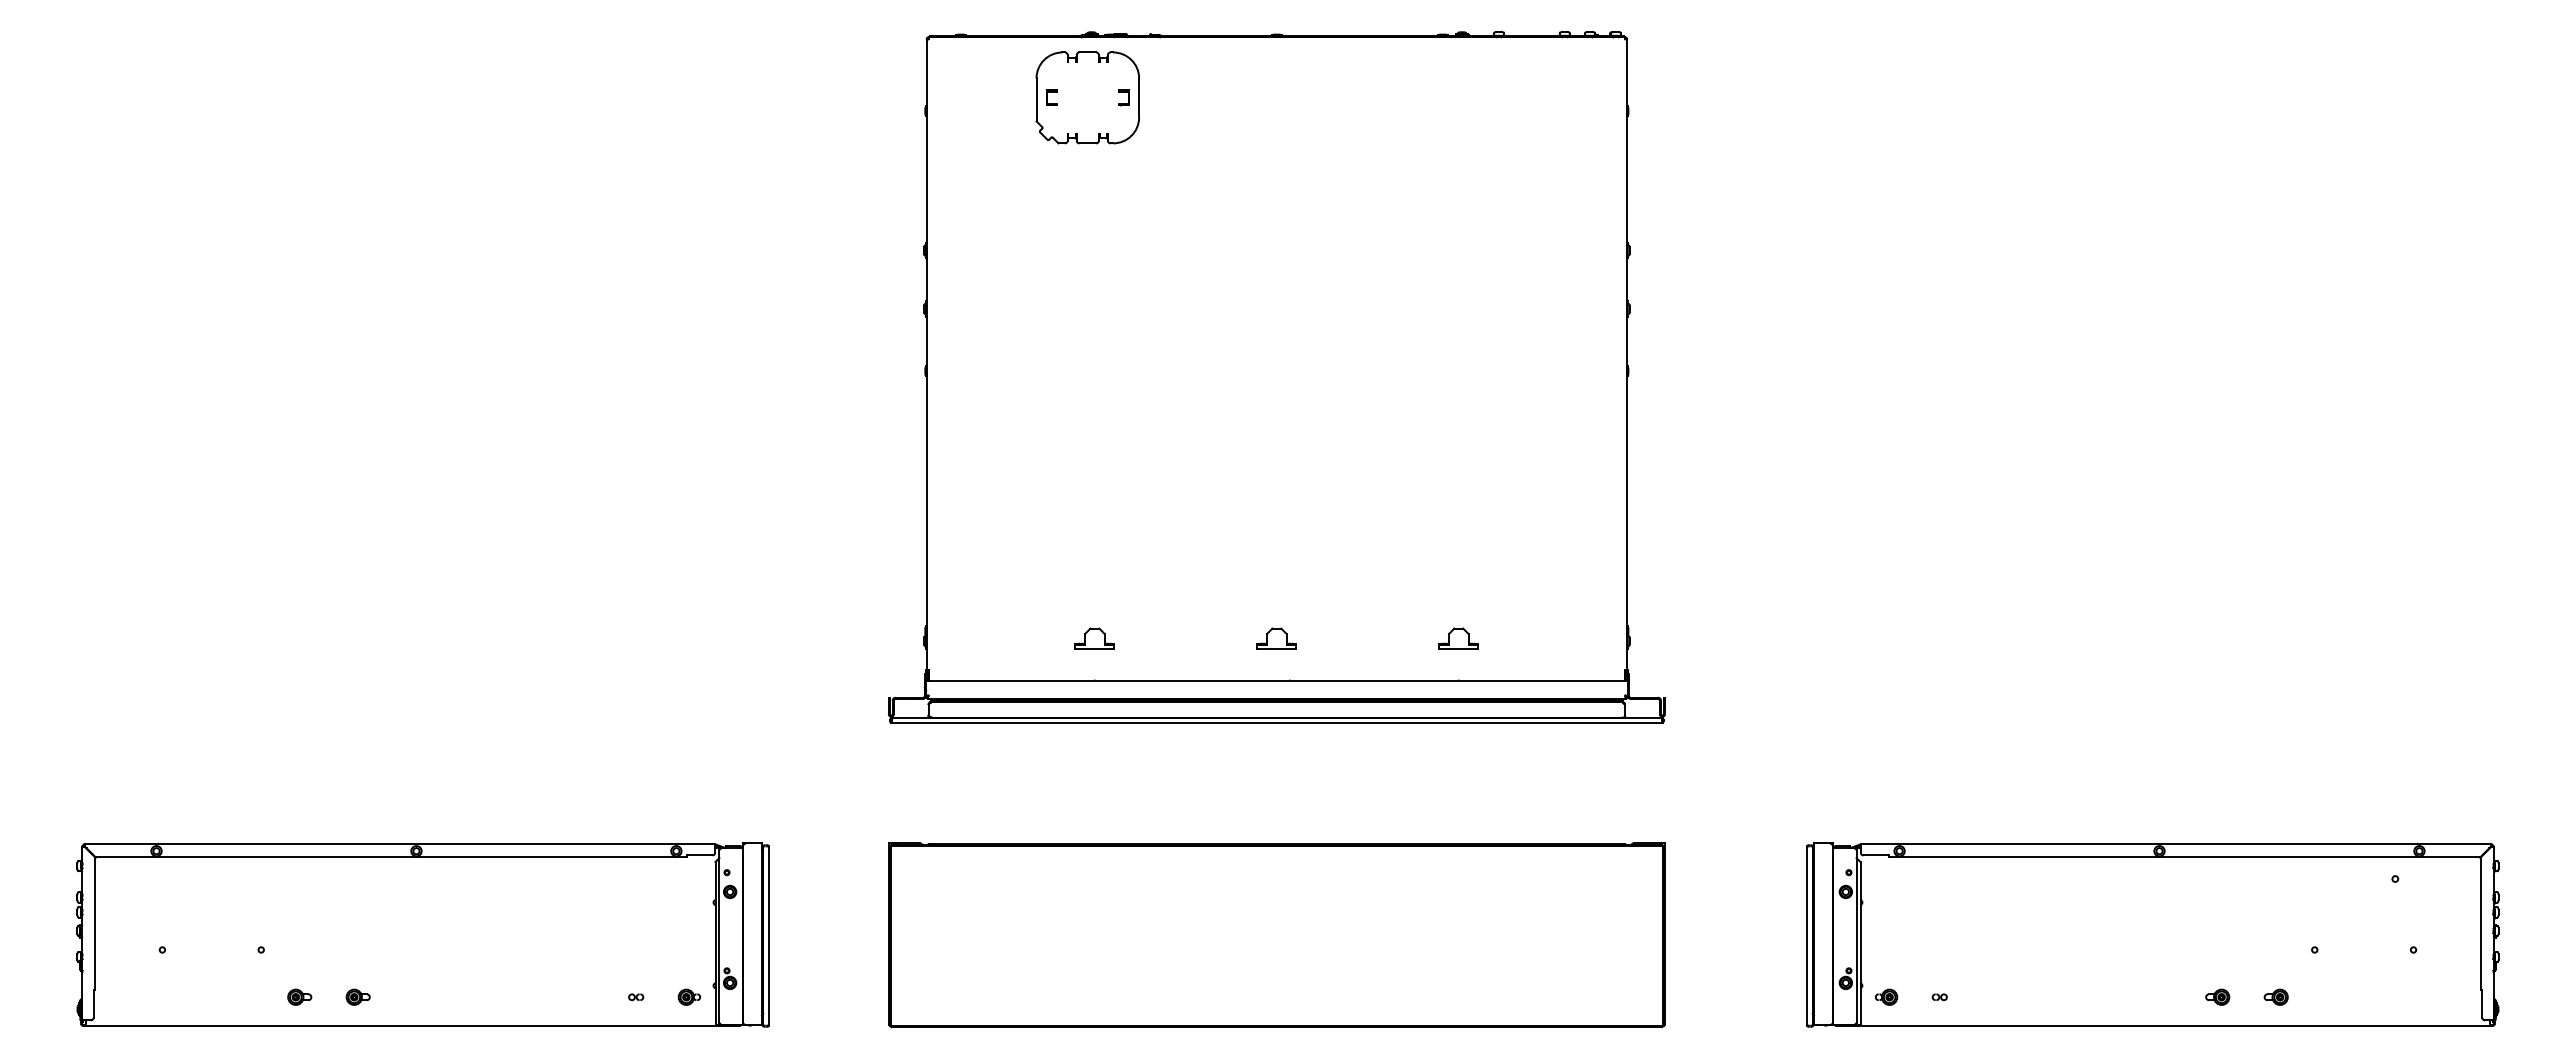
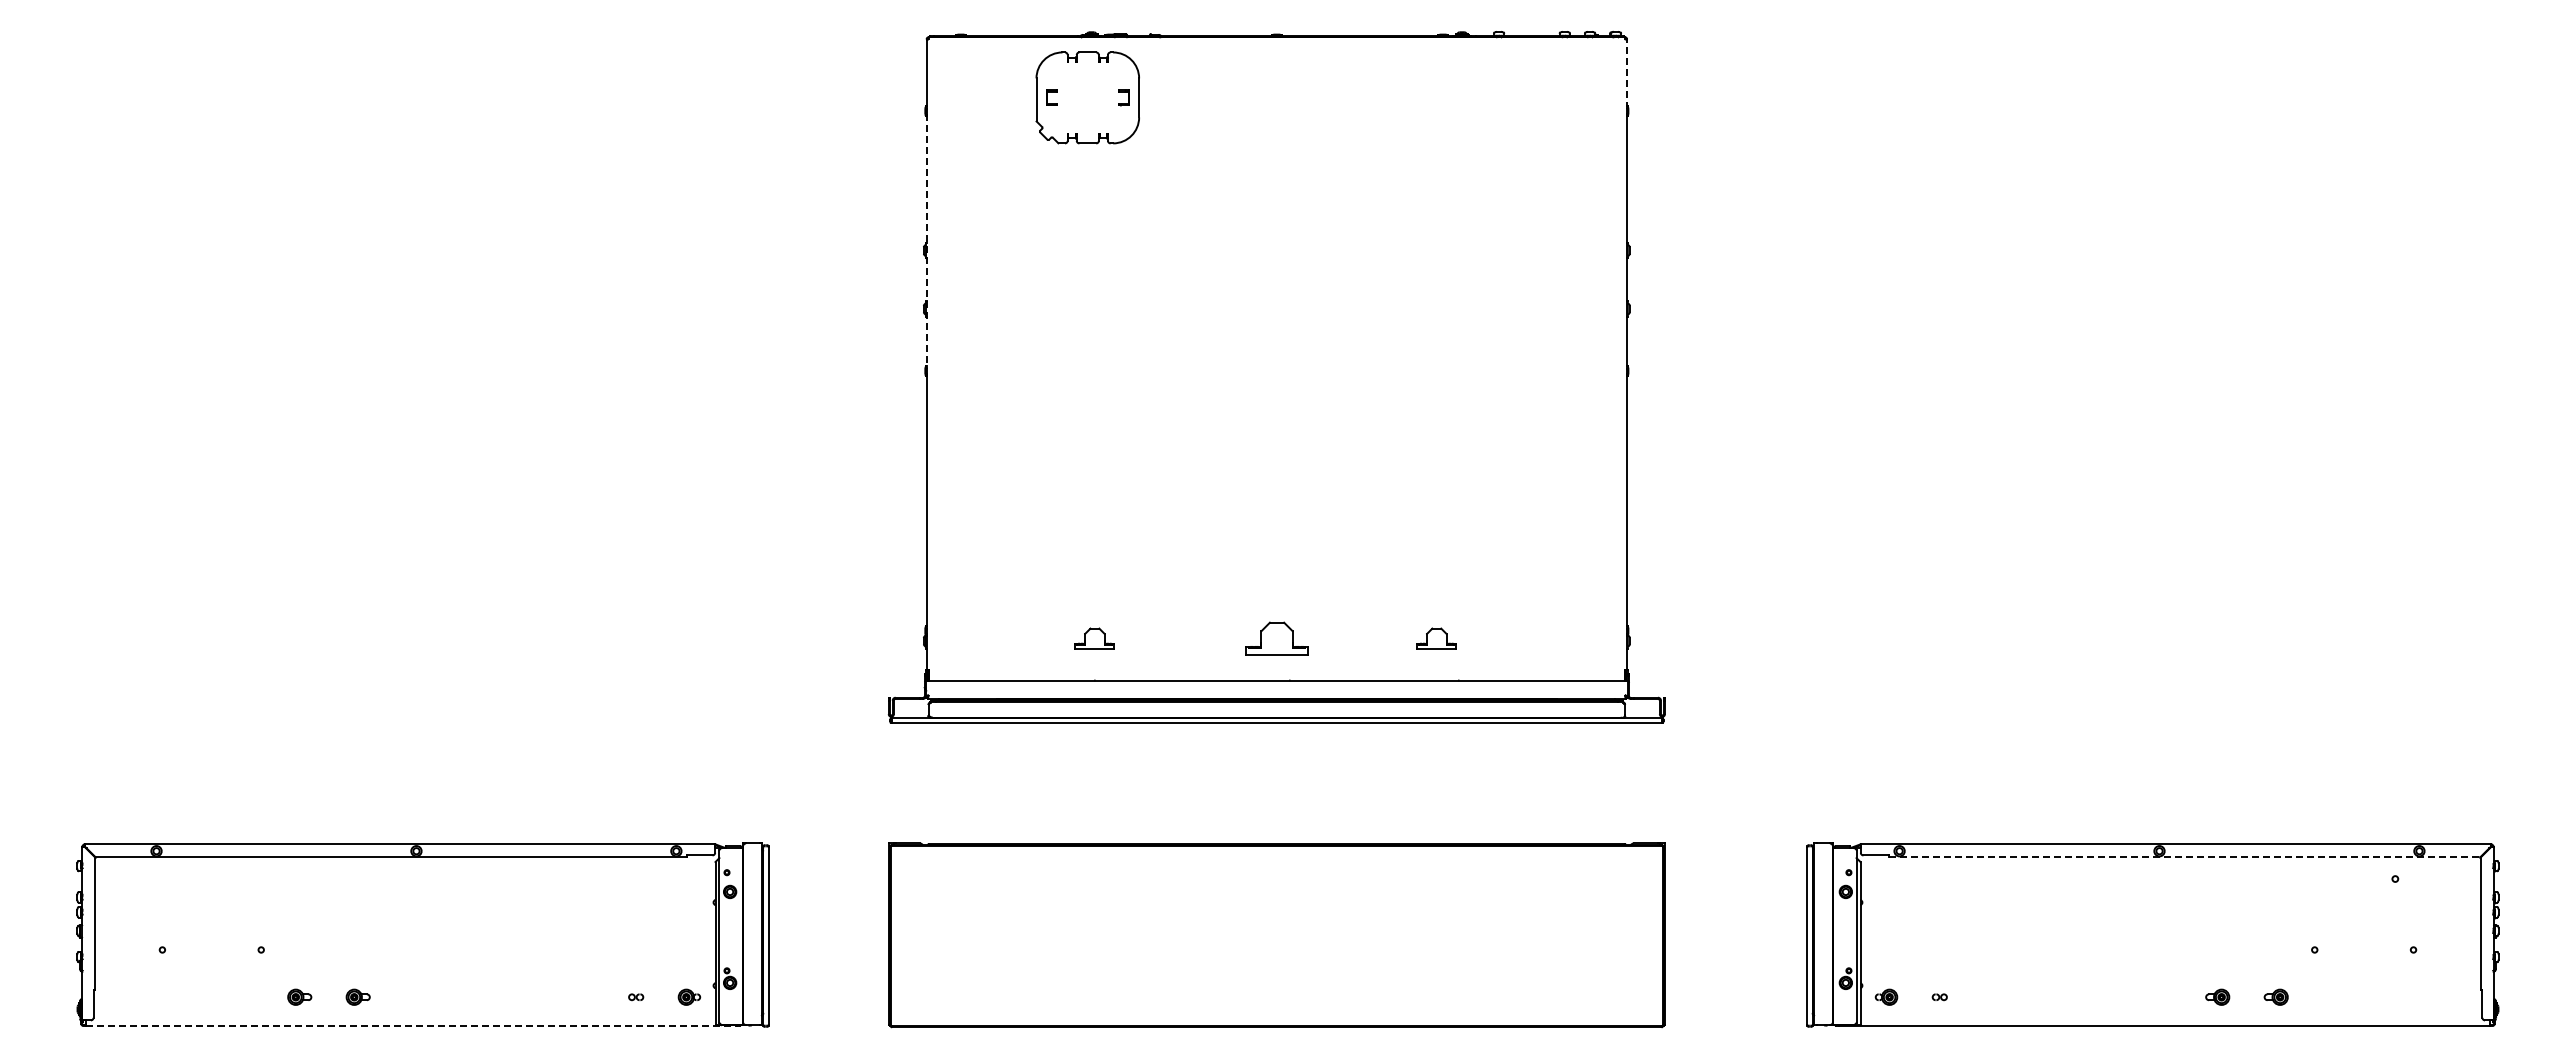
line at (1627, 73): solid -> dashed
line at (926, 241): solid -> dashed
part at (1276, 638) size: 41x23 px -> 64x35 px
part at (1458, 638) position: (1458, 638) -> (1436, 638)
line at (2184, 857): solid -> dashed
line at (411, 1026): solid -> dashed
